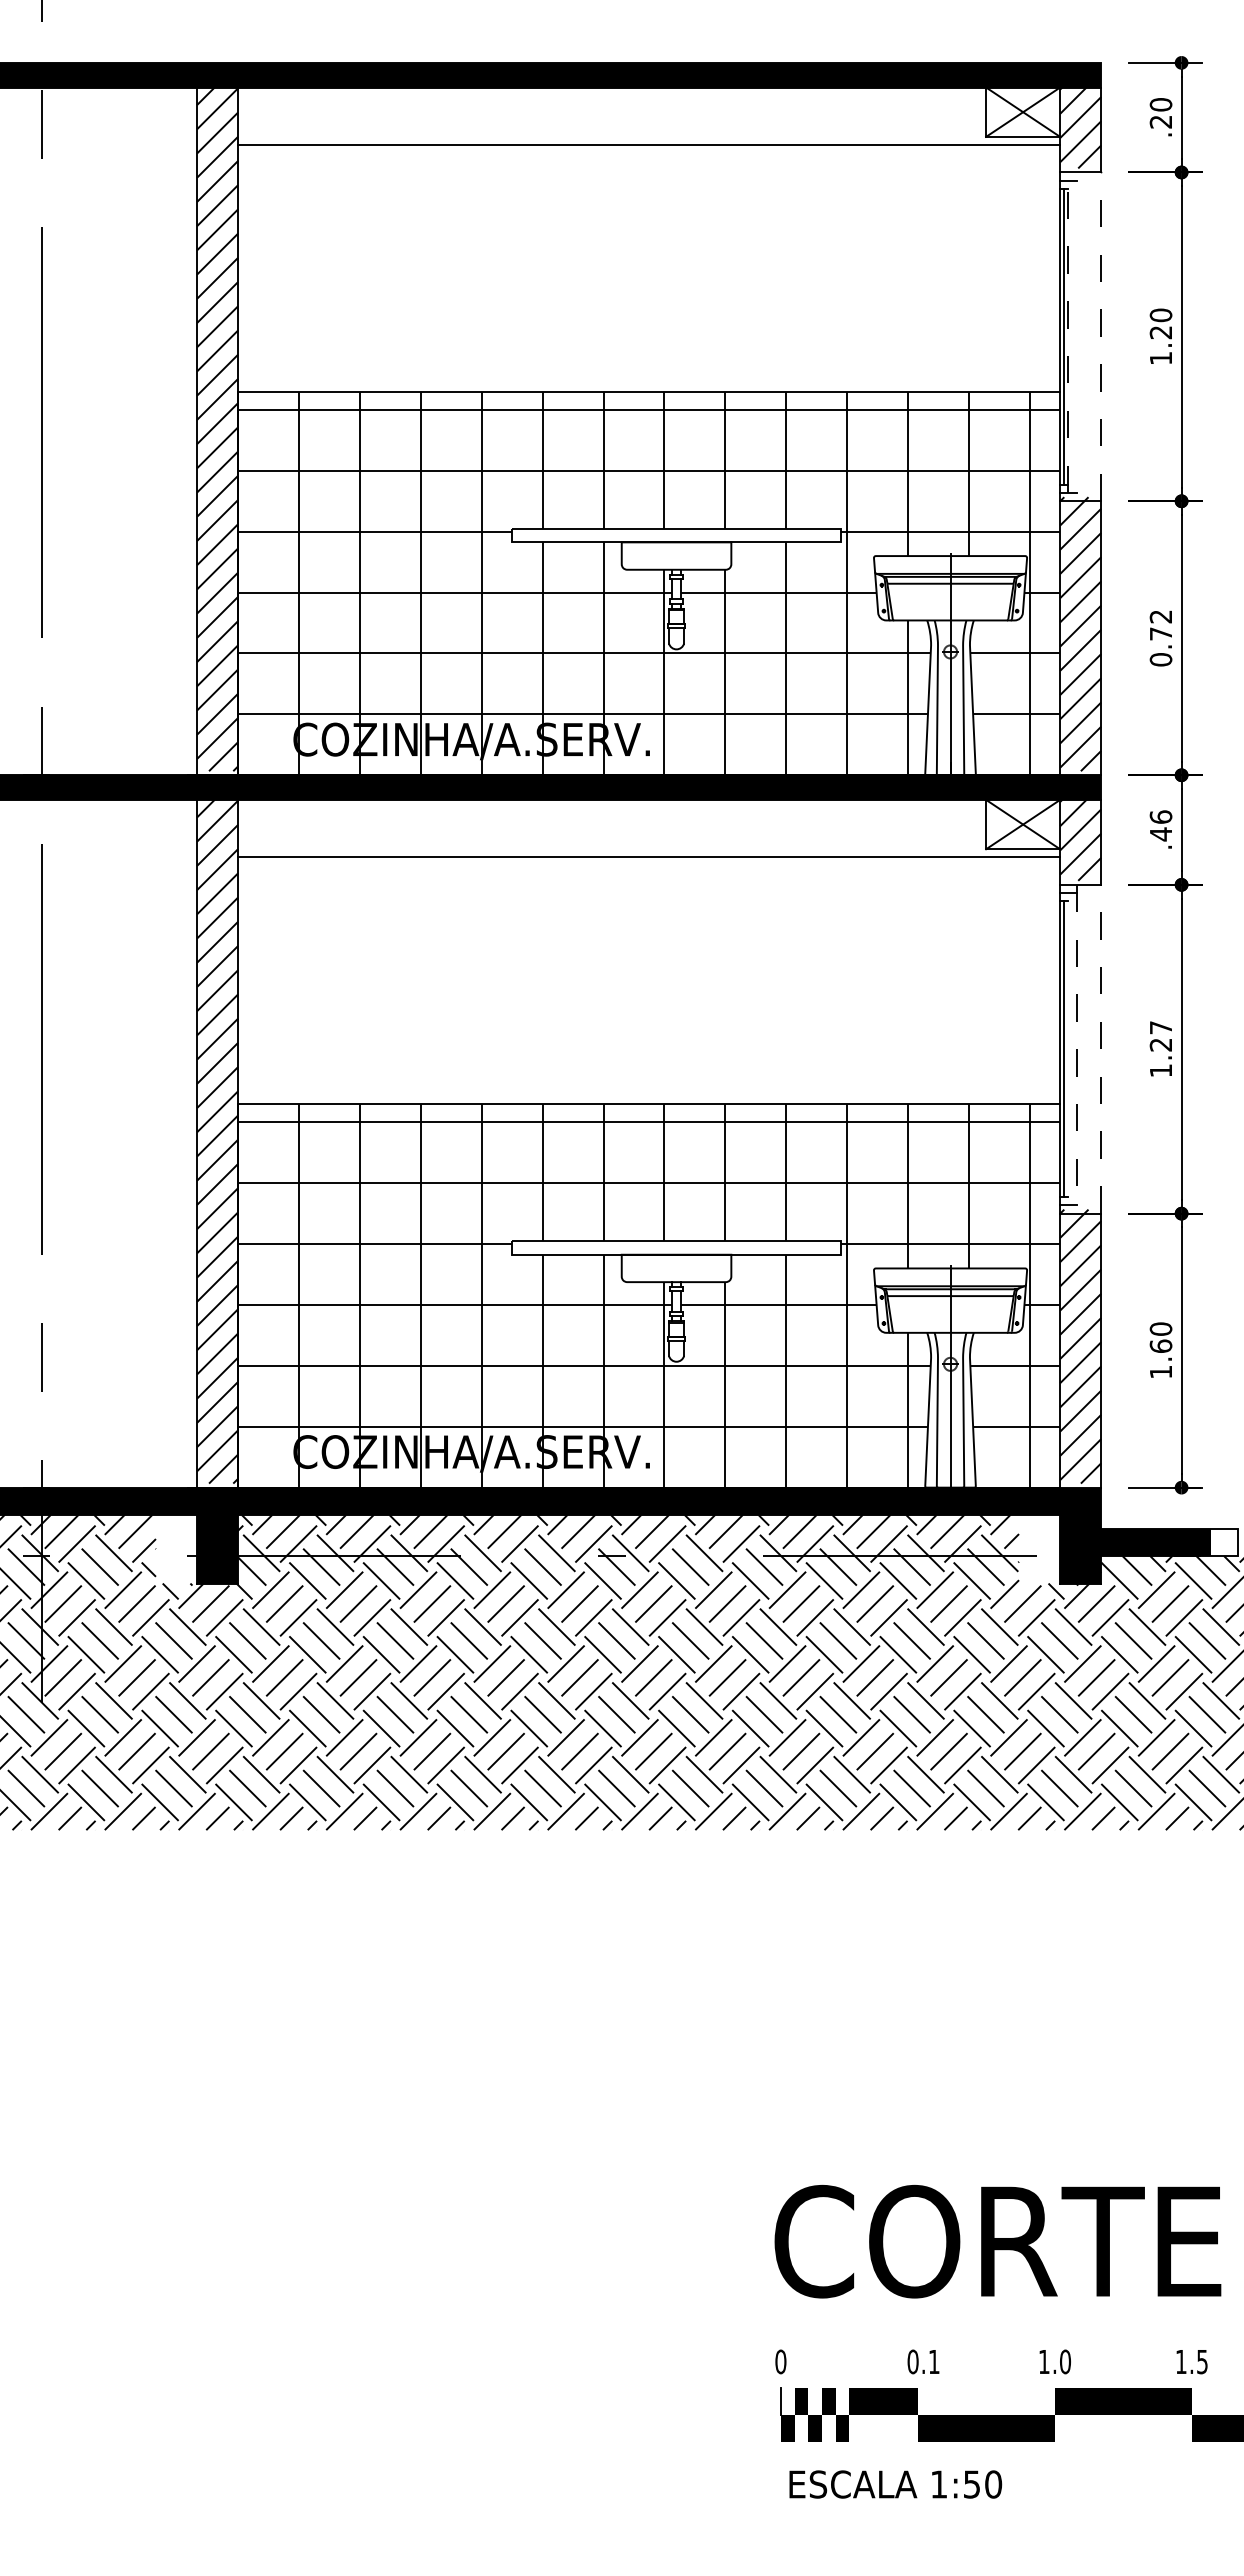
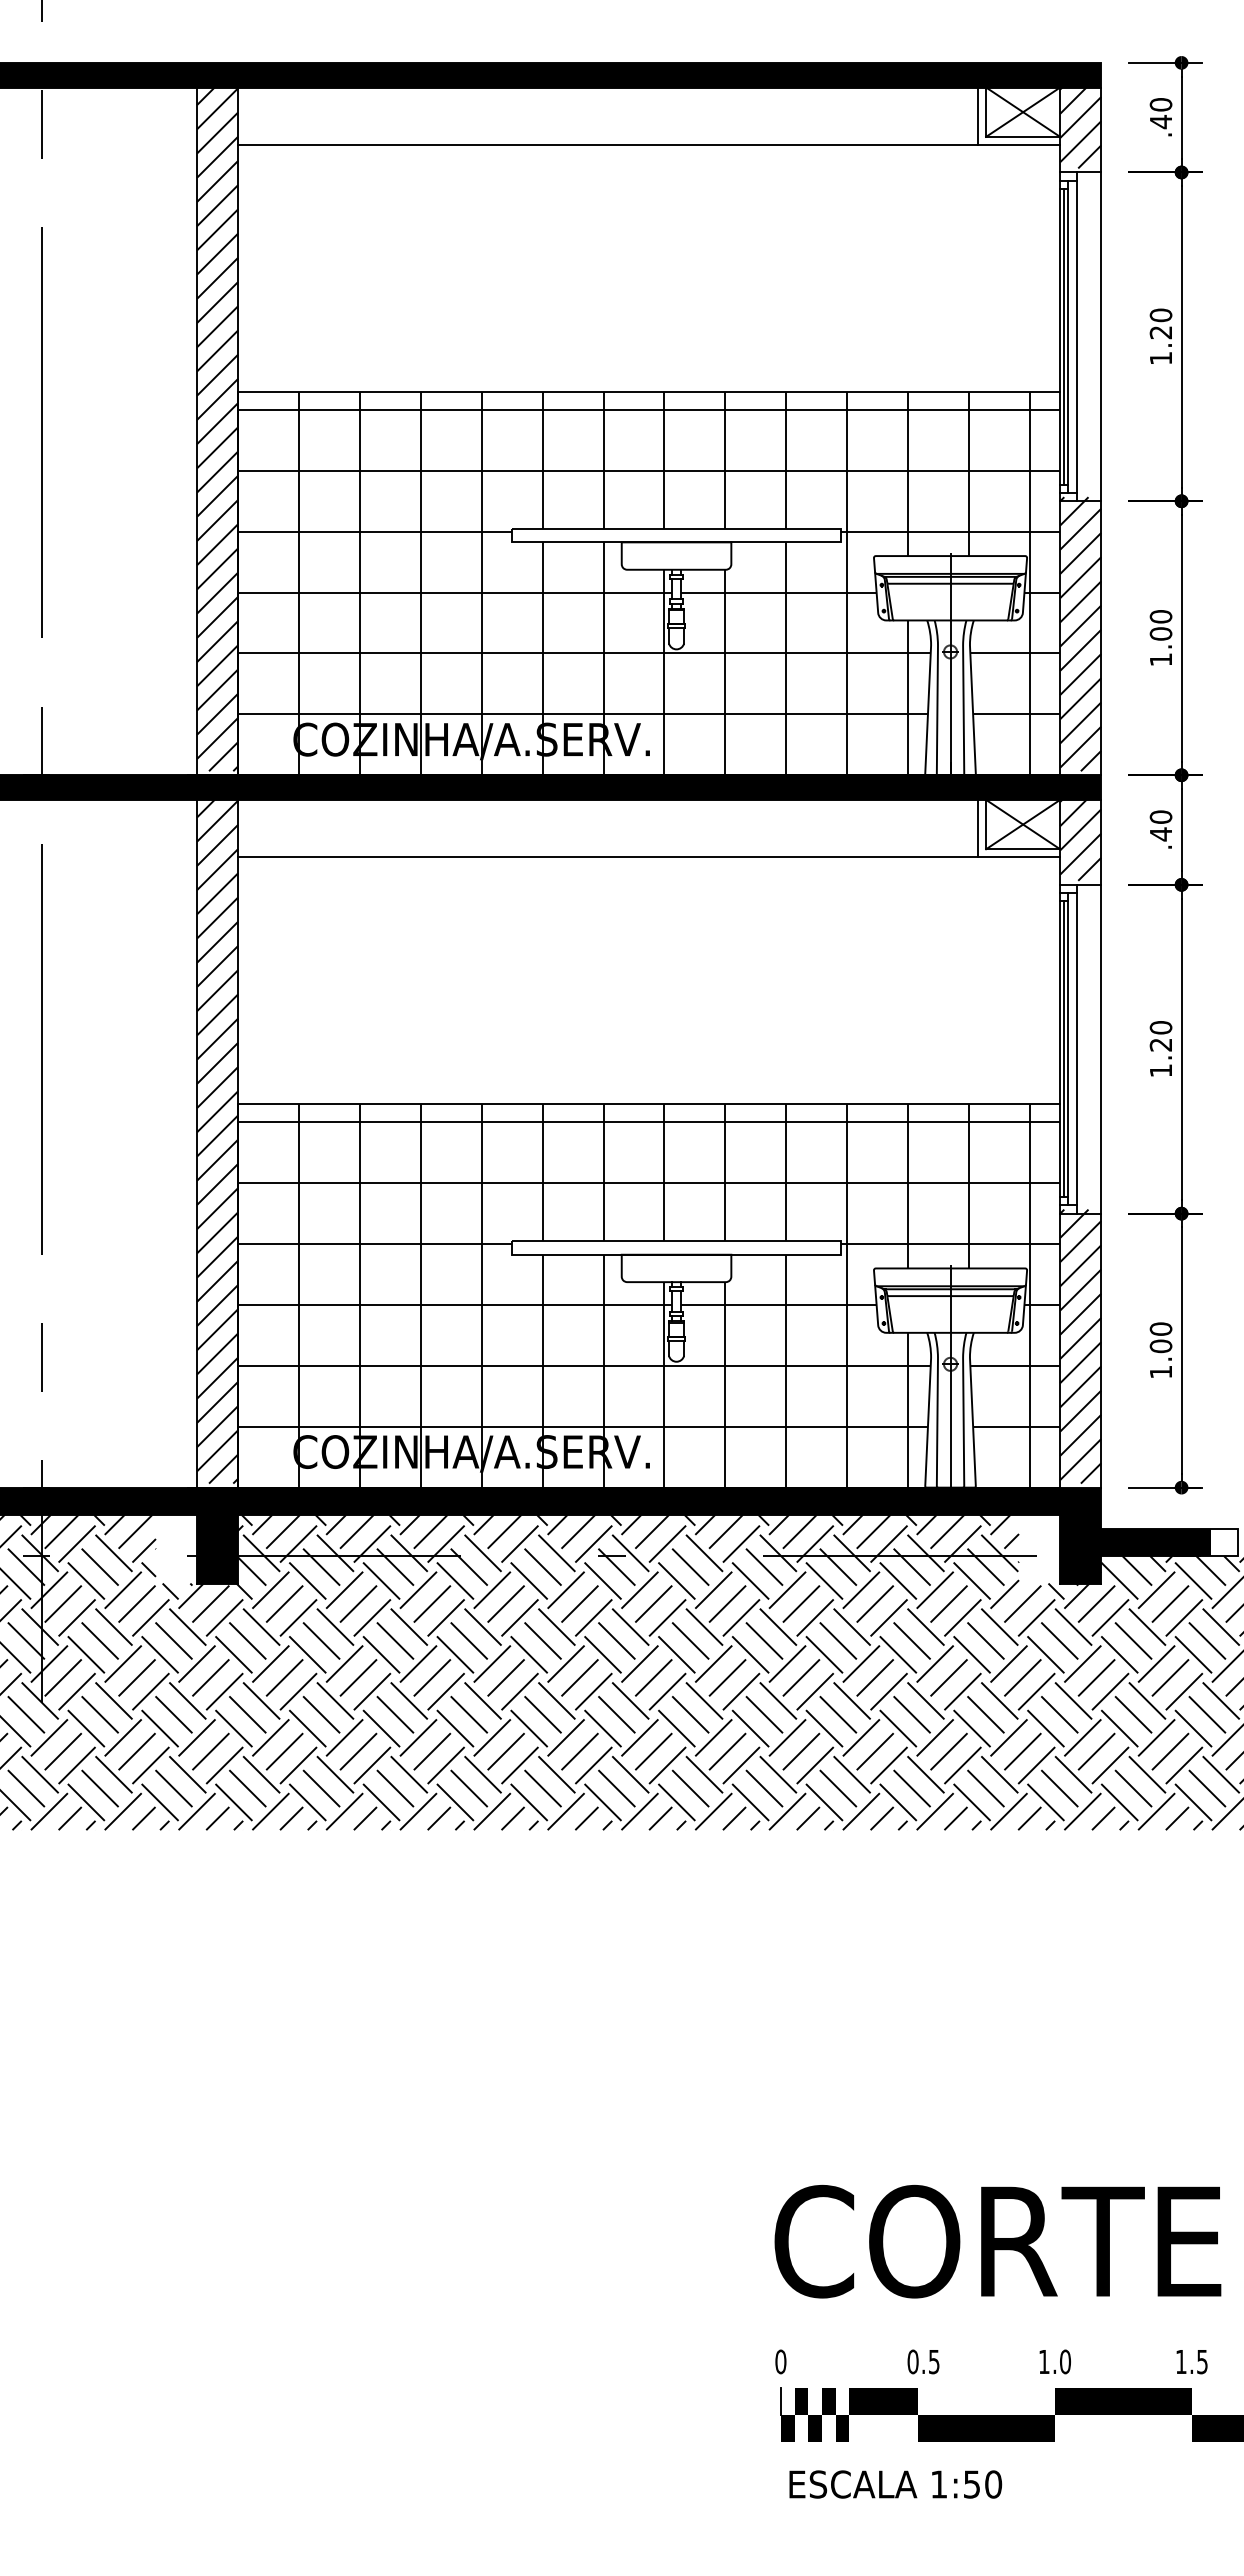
line at (977, 116): none -> present
text at (1160, 122): .20 -> .40
line at (1068, 336): dashed -> solid
line at (1076, 336): none -> present
line at (1101, 336): dashed -> solid
text at (1160, 638): 0.72 -> 1.00
text at (1160, 816): .46 -> .40
line at (977, 828): none -> present
text at (1160, 1027): 1.27 -> 1.20
line at (1101, 1048): dashed -> solid
line at (1068, 1049): none -> present
line at (1076, 1049): dashed -> solid
text at (1160, 1346): 1.60 -> 1.00
text at (934, 2362): 0.1 -> 0.5
